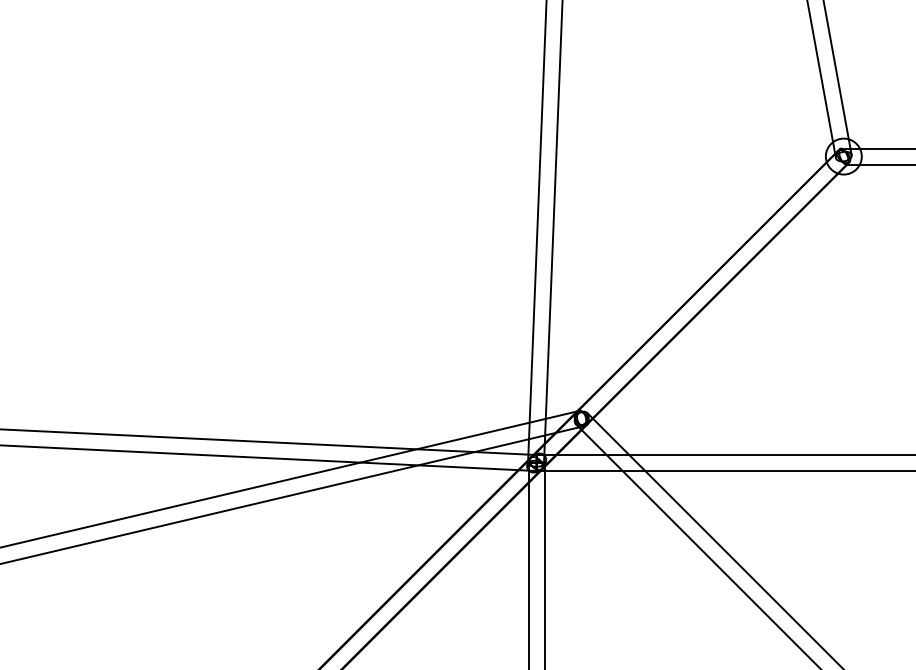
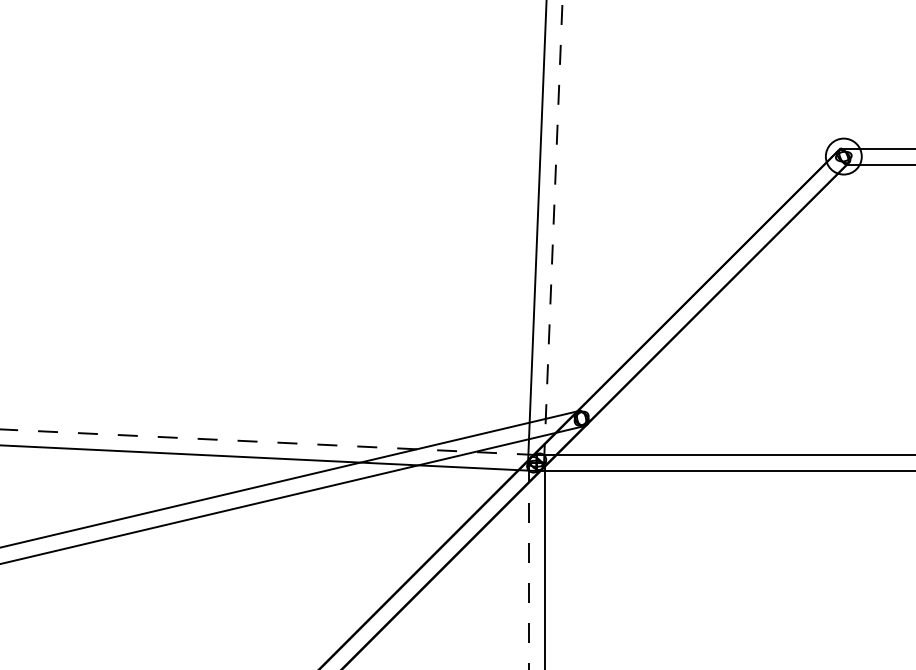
line at (837, 78): present -> none
line at (821, 80): present -> none
line at (553, 232): solid -> dashed
line at (268, 442): solid -> dashed
line at (713, 539): present -> none
line at (697, 545): present -> none
line at (528, 566): solid -> dashed
